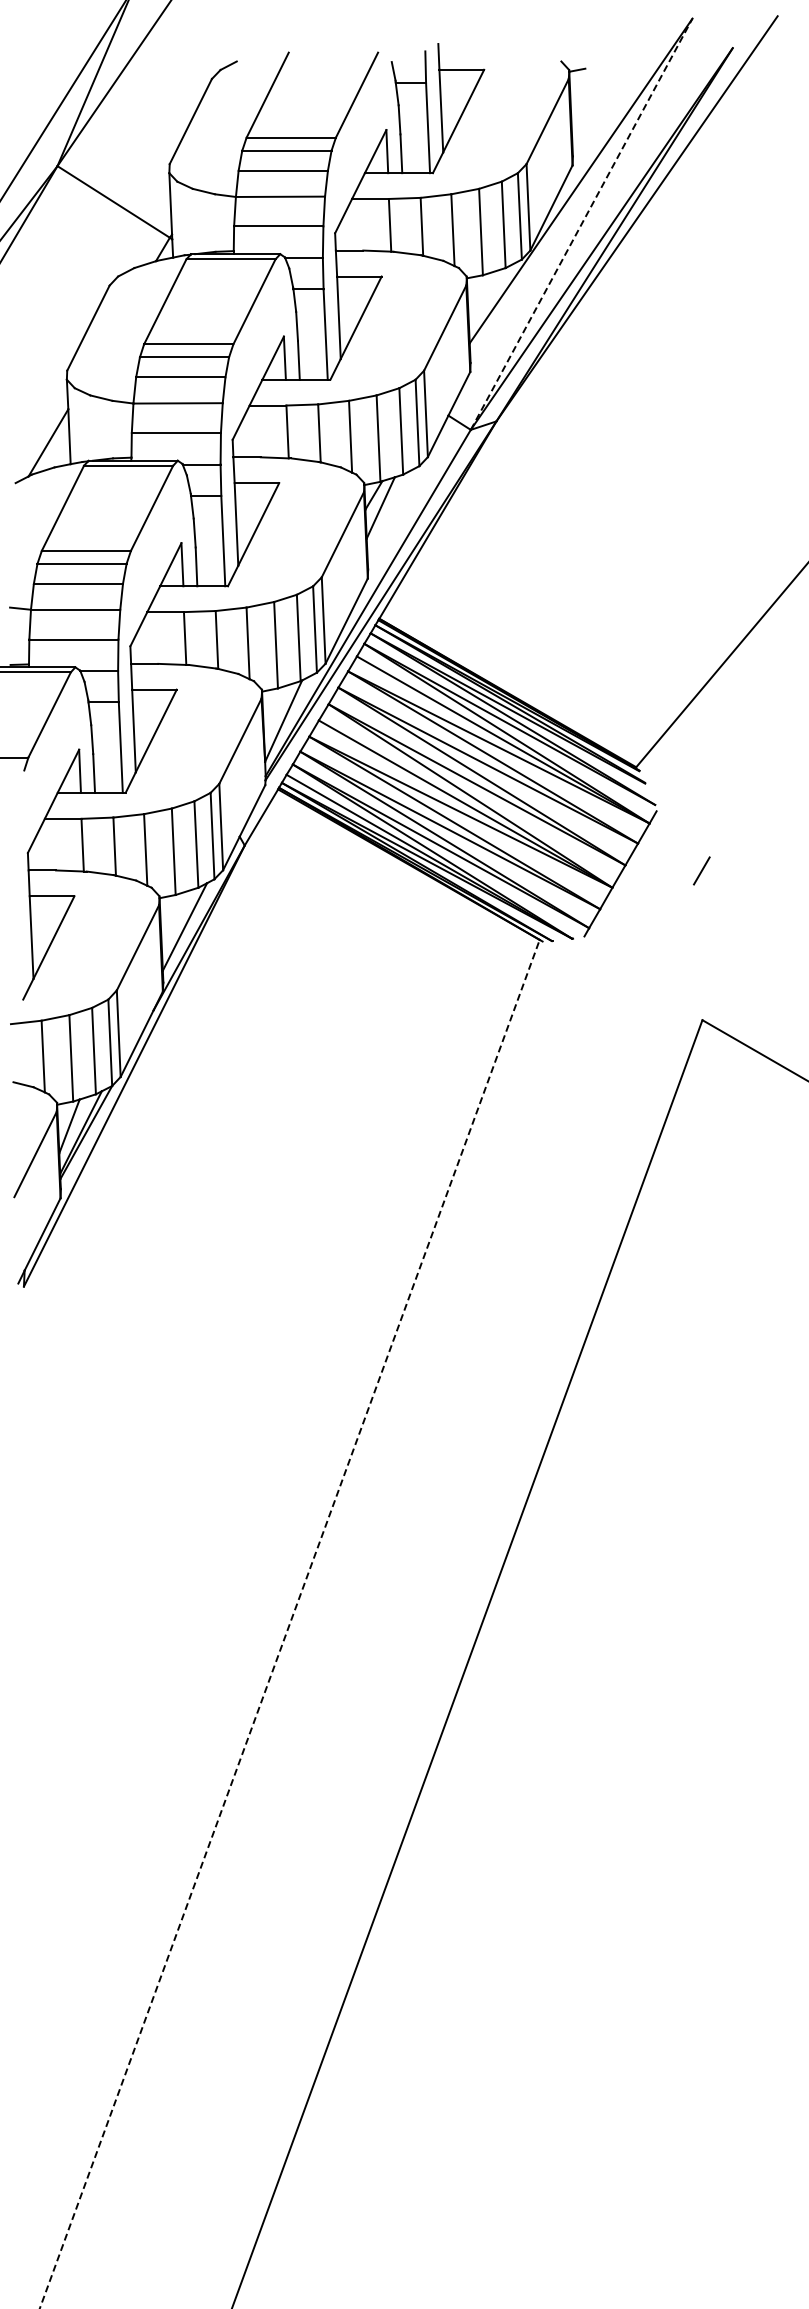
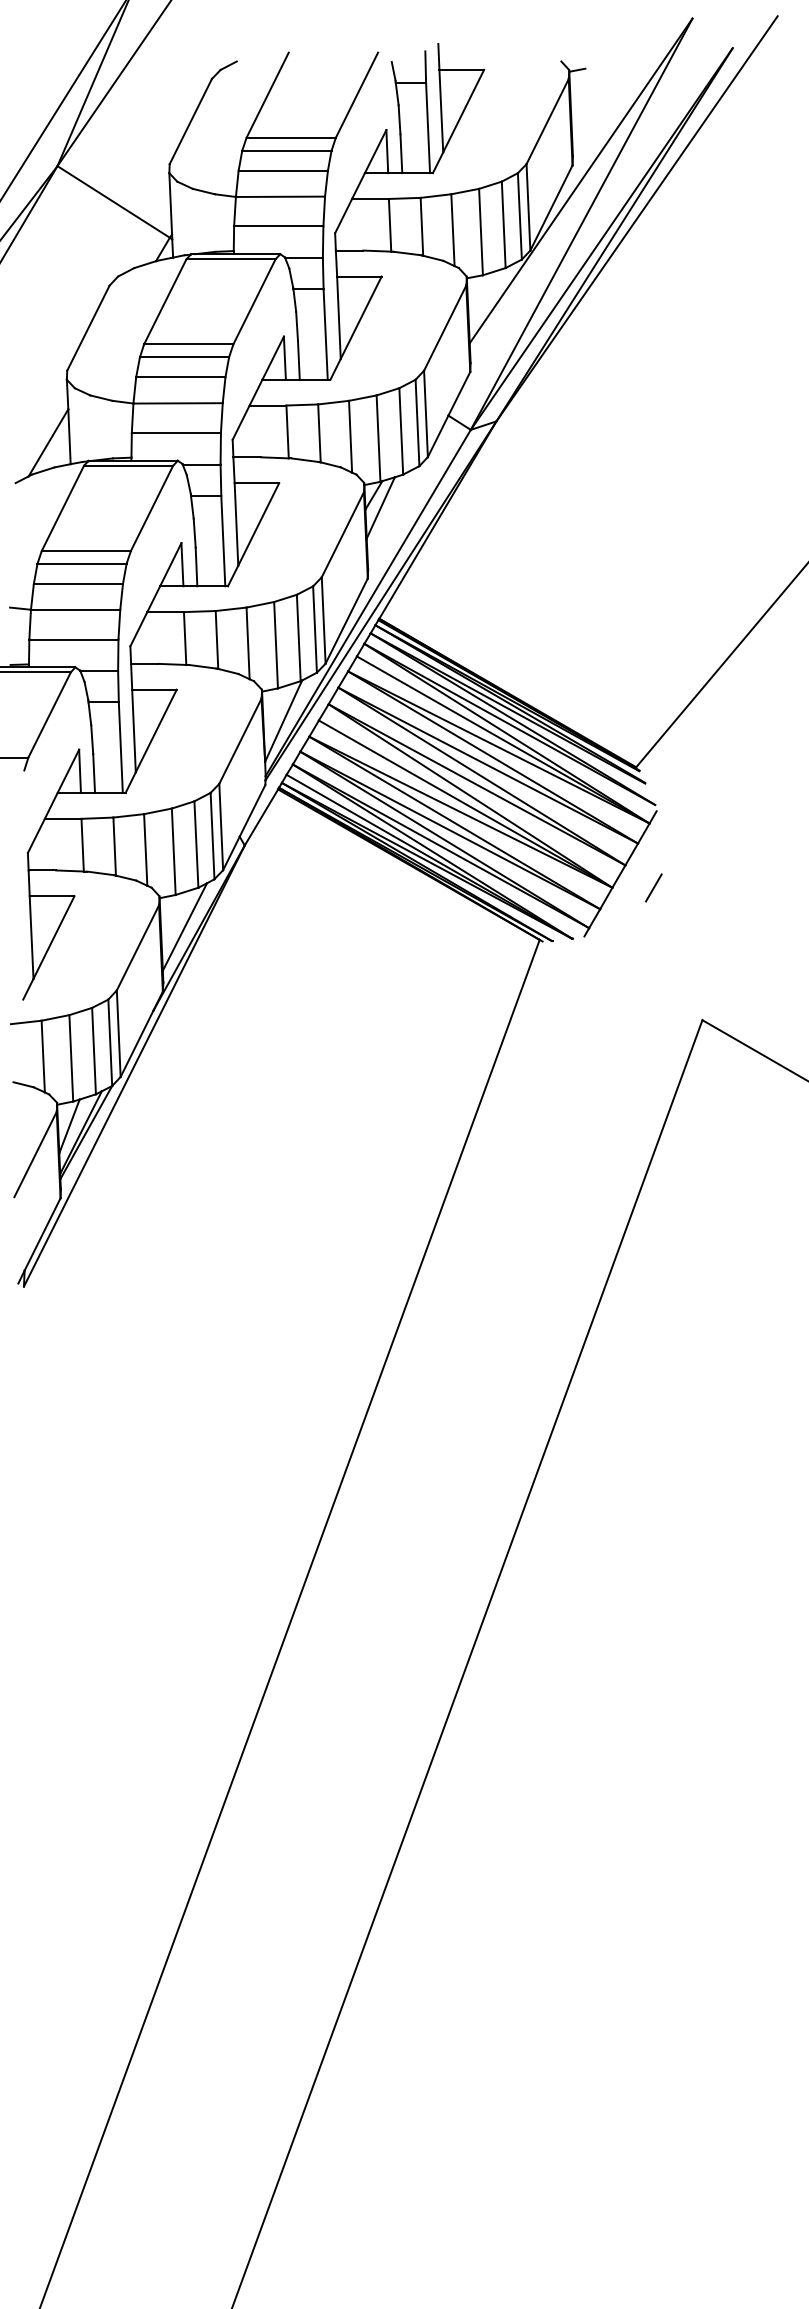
line at (581, 224): dashed -> solid
line at (701, 870) position: (701, 870) -> (653, 887)
line at (290, 1623): dashed -> solid
